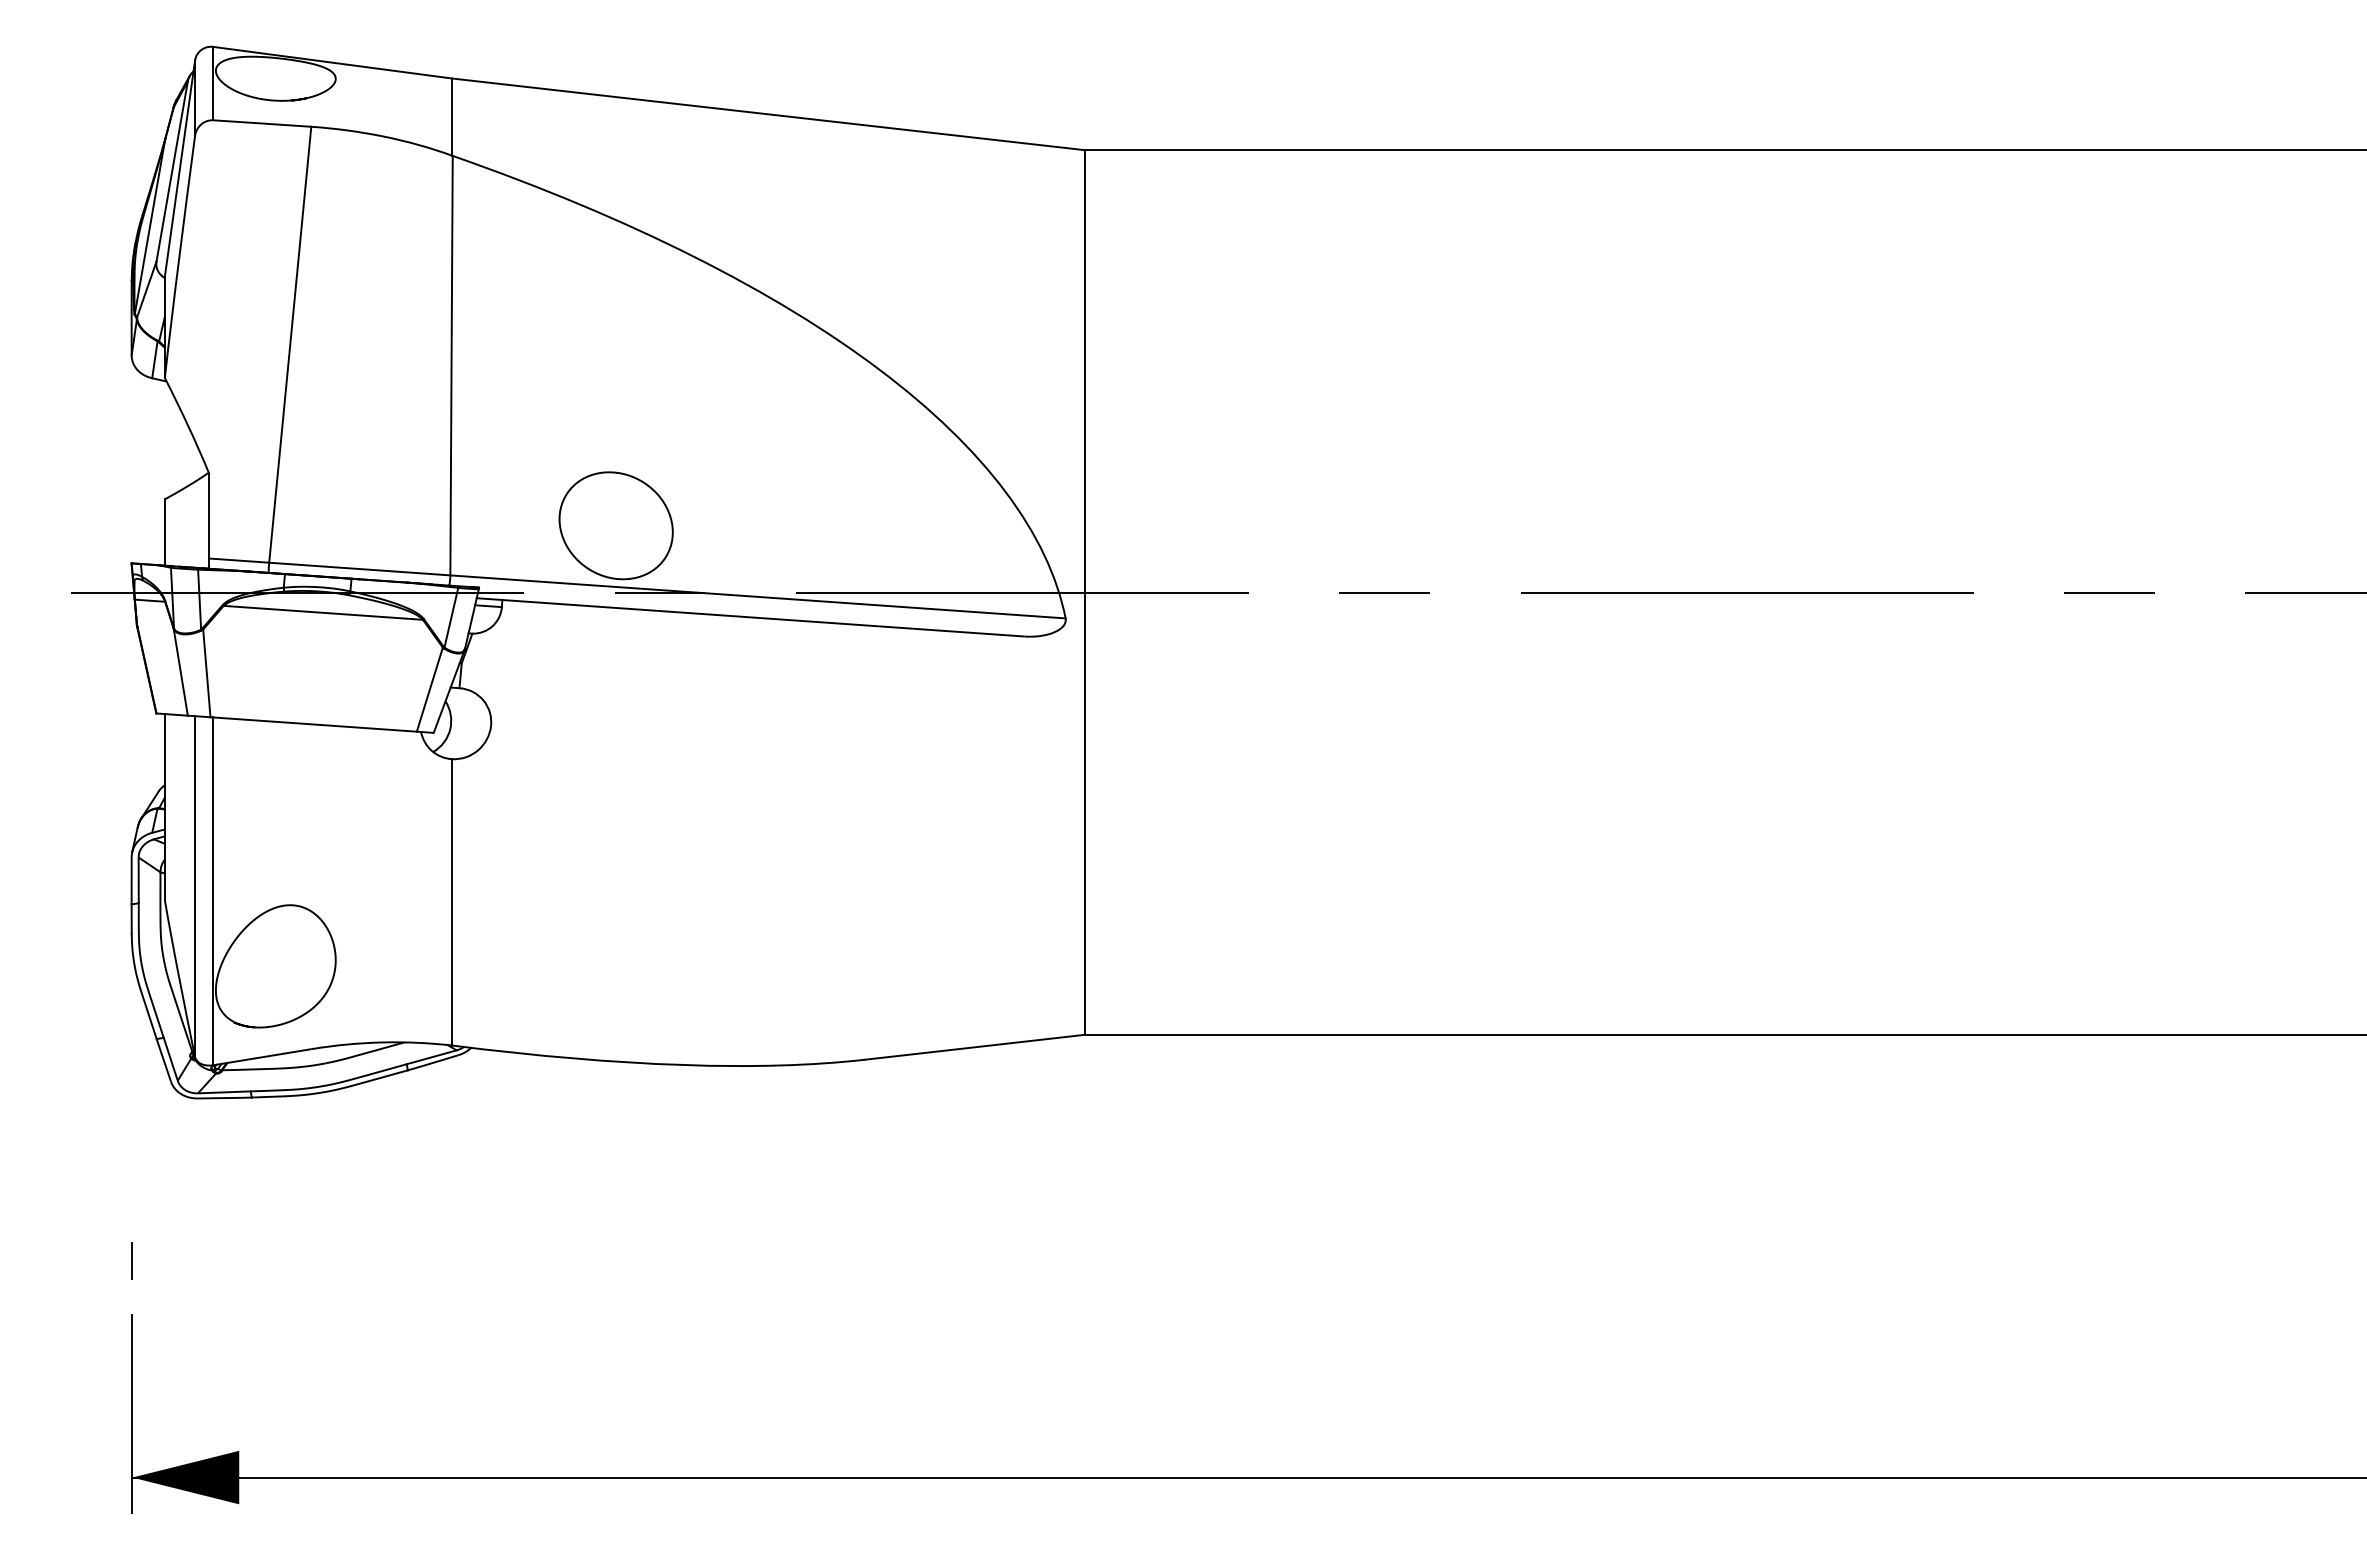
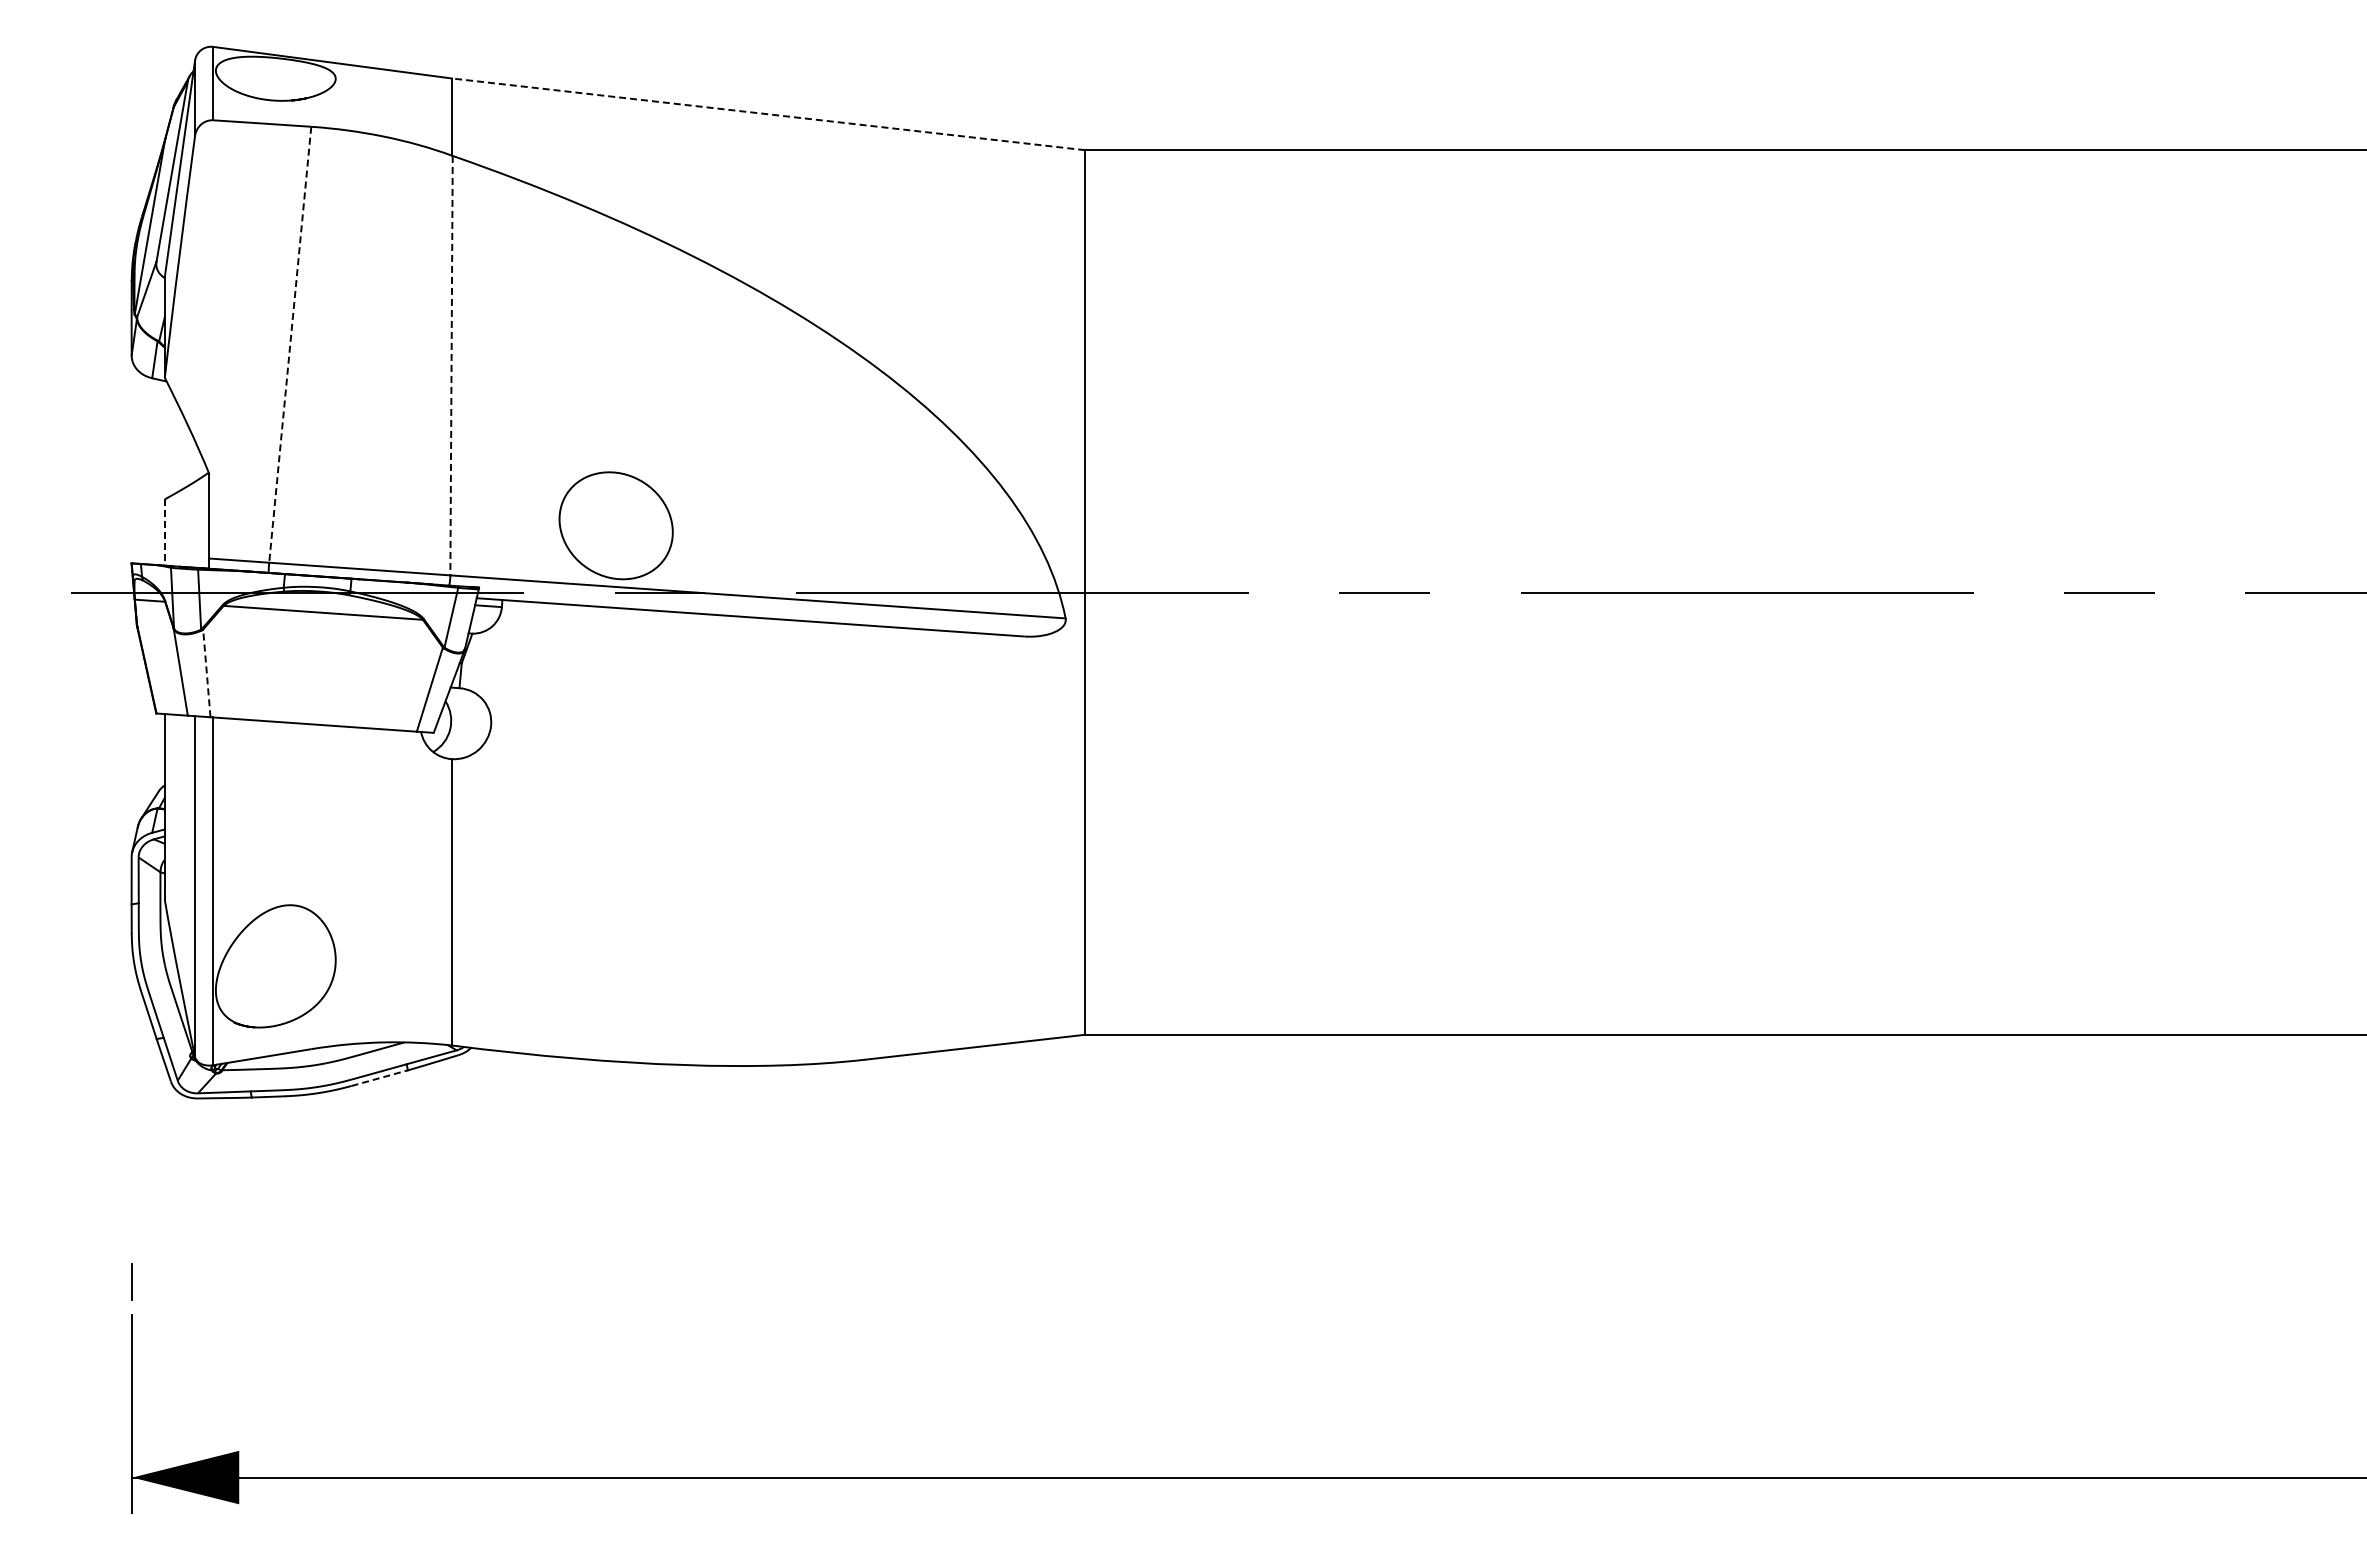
line at (768, 114): solid -> dashed
line at (290, 344): solid -> dashed
line at (451, 365): solid -> dashed
line at (164, 533): solid -> dashed
line at (206, 672): solid -> dashed
line at (380, 1078): solid -> dashed
line at (131, 1260) position: (131, 1260) -> (131, 1281)
